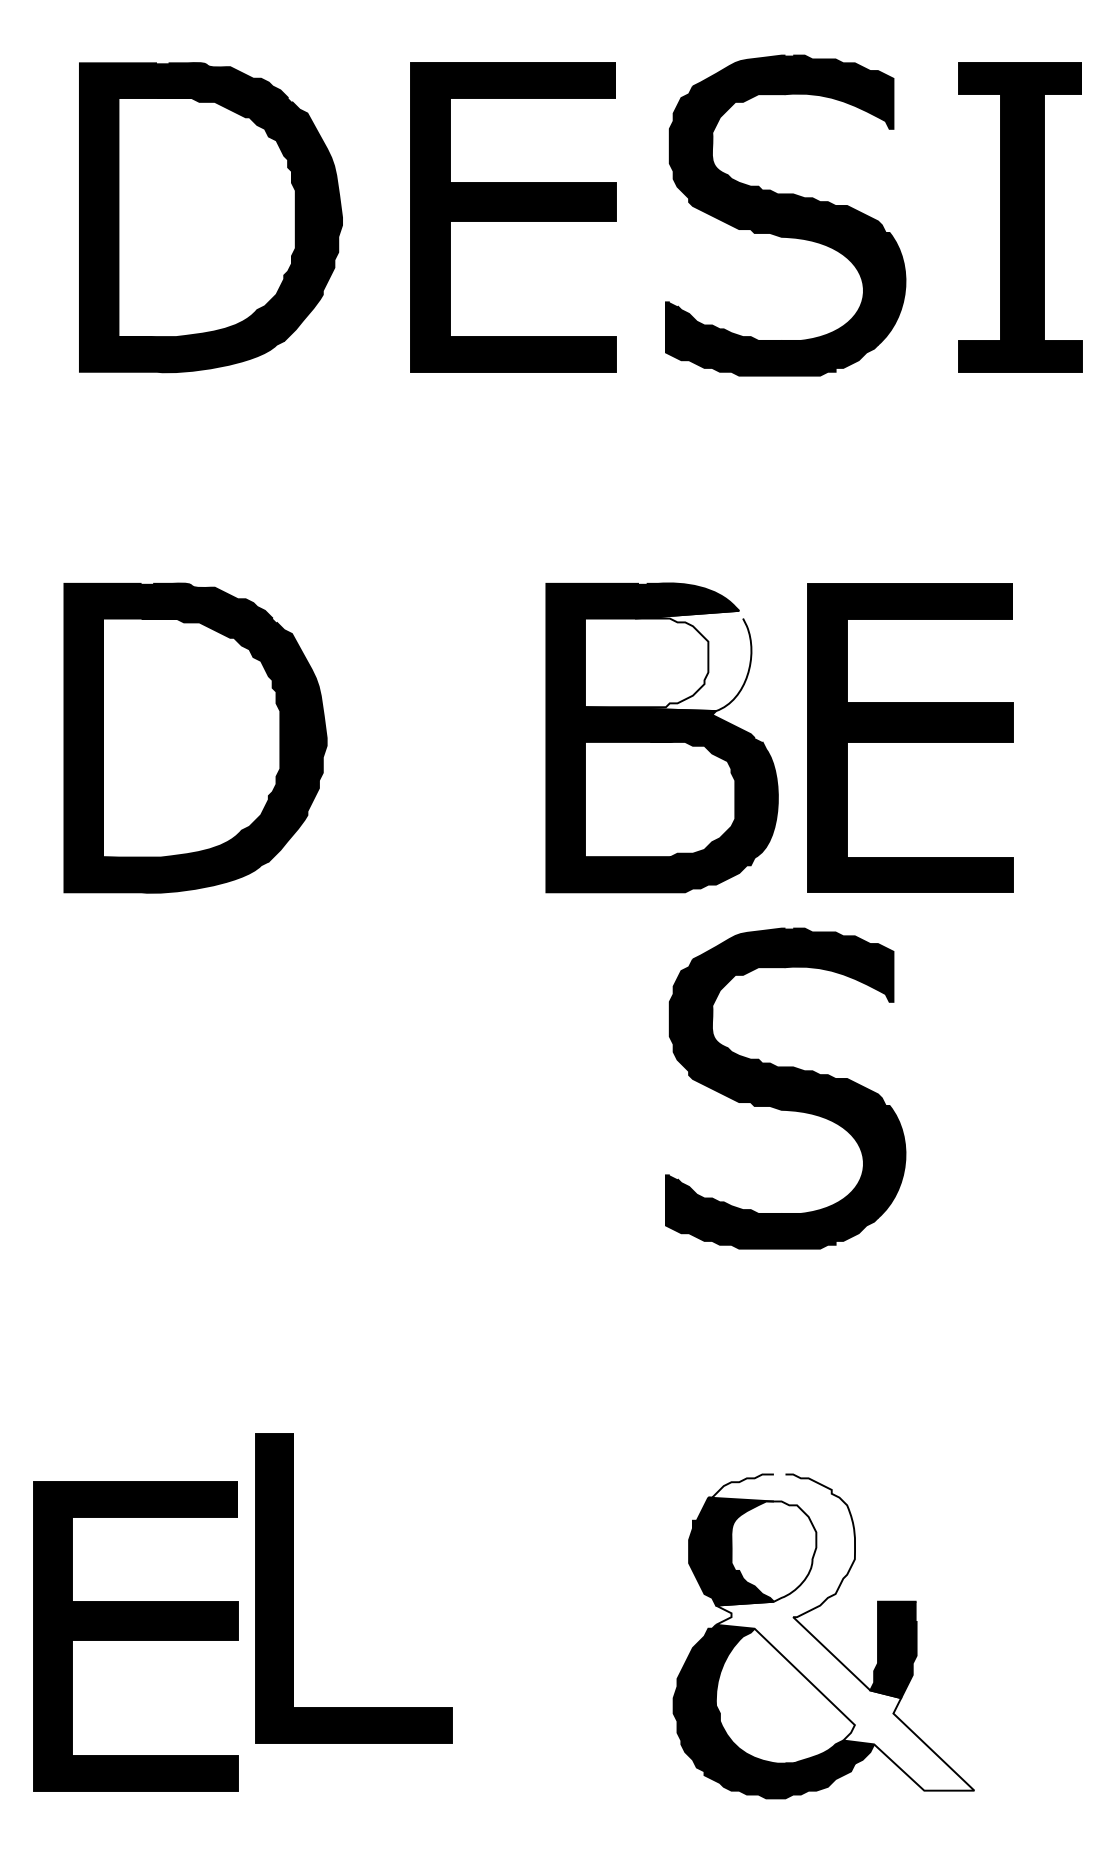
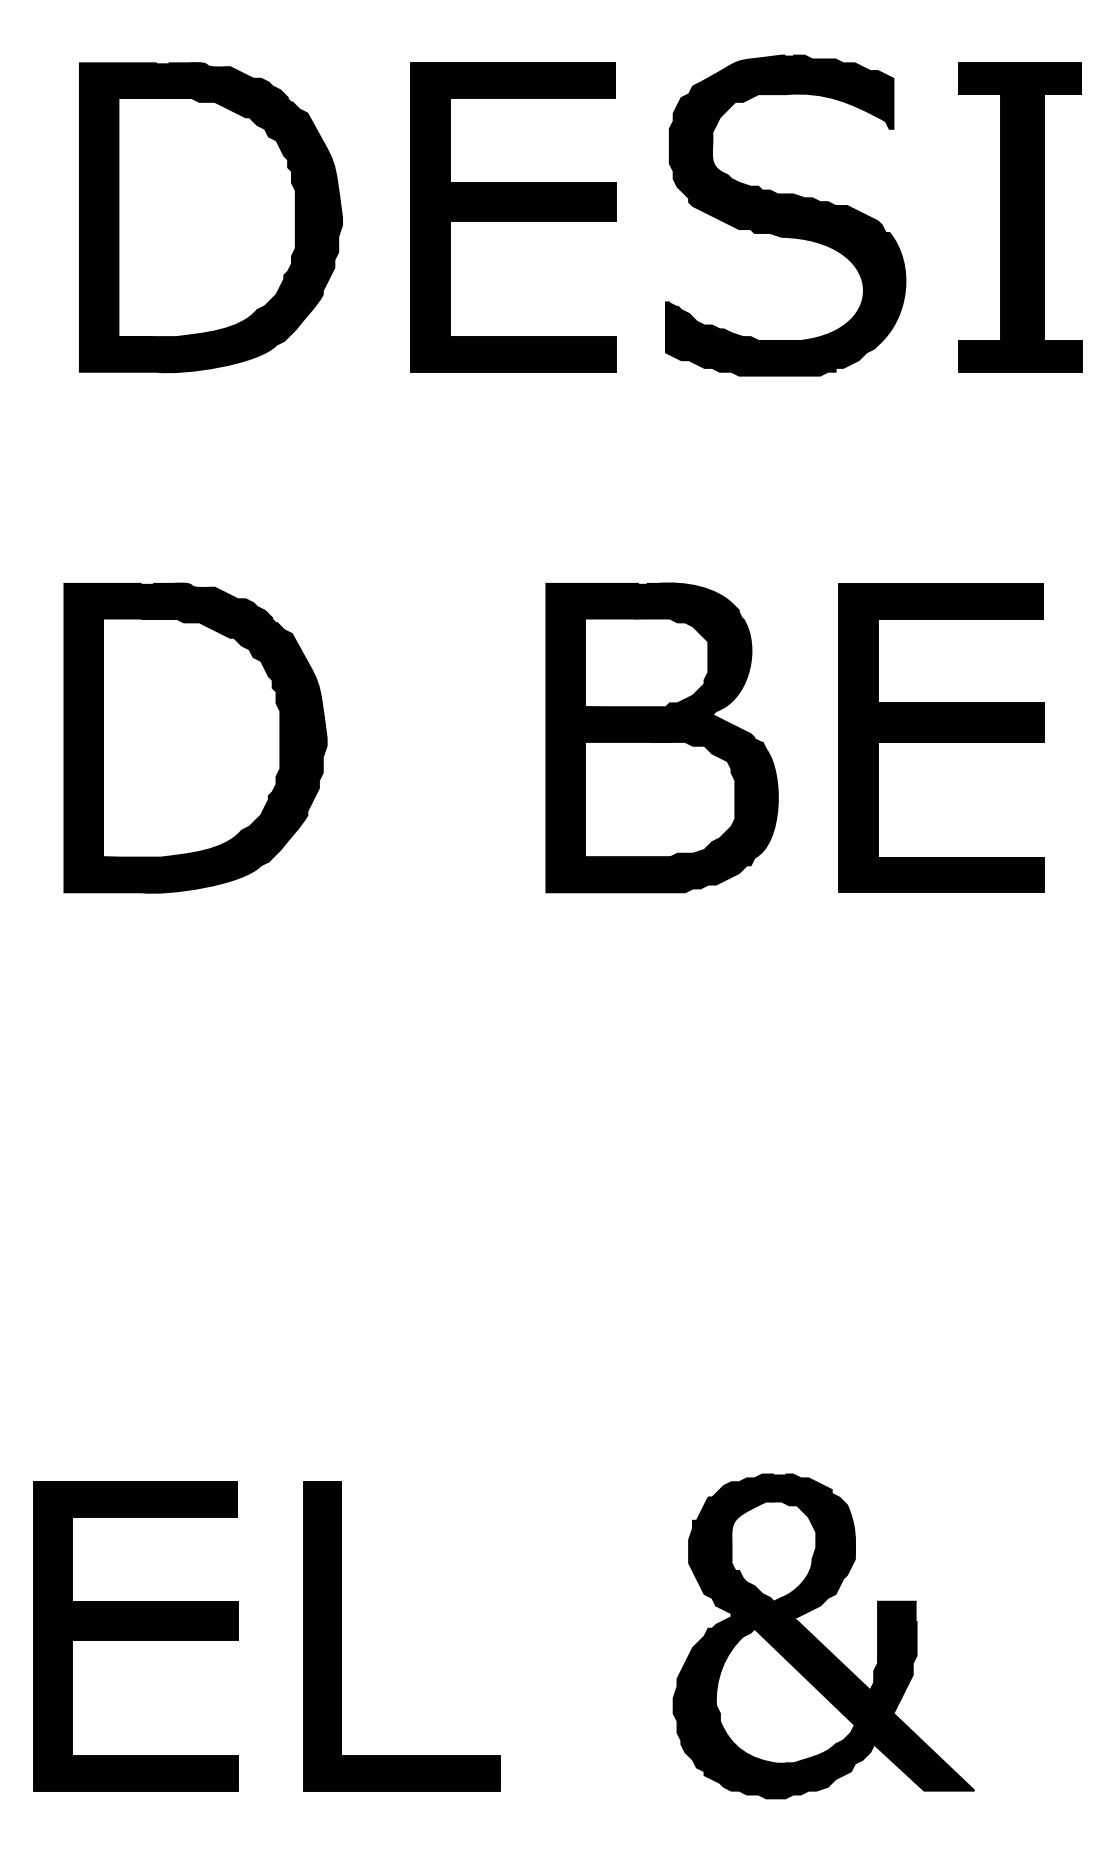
fill at (667, 660): none -> present
part at (910, 737) position: (910, 737) -> (941, 737)
part at (785, 1088): present -> none
part at (293, 1588) position: (293, 1588) -> (341, 1636)
fill at (841, 1632): none -> present
